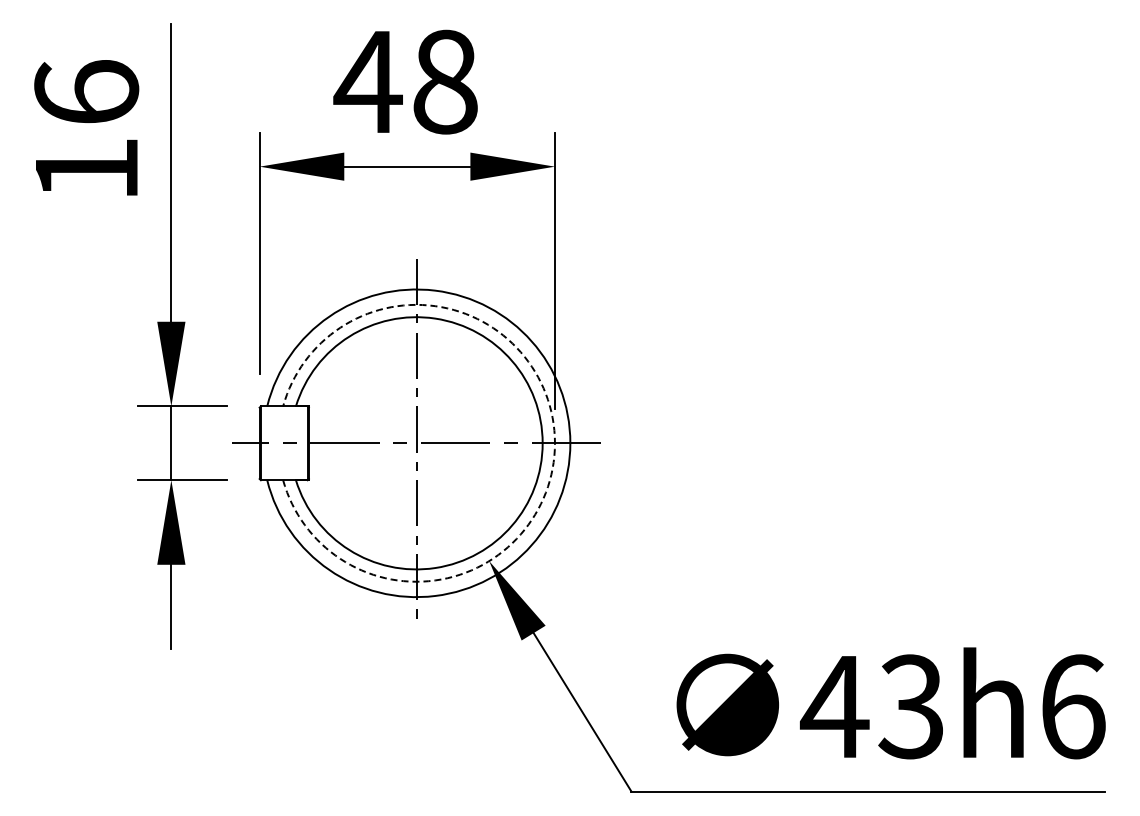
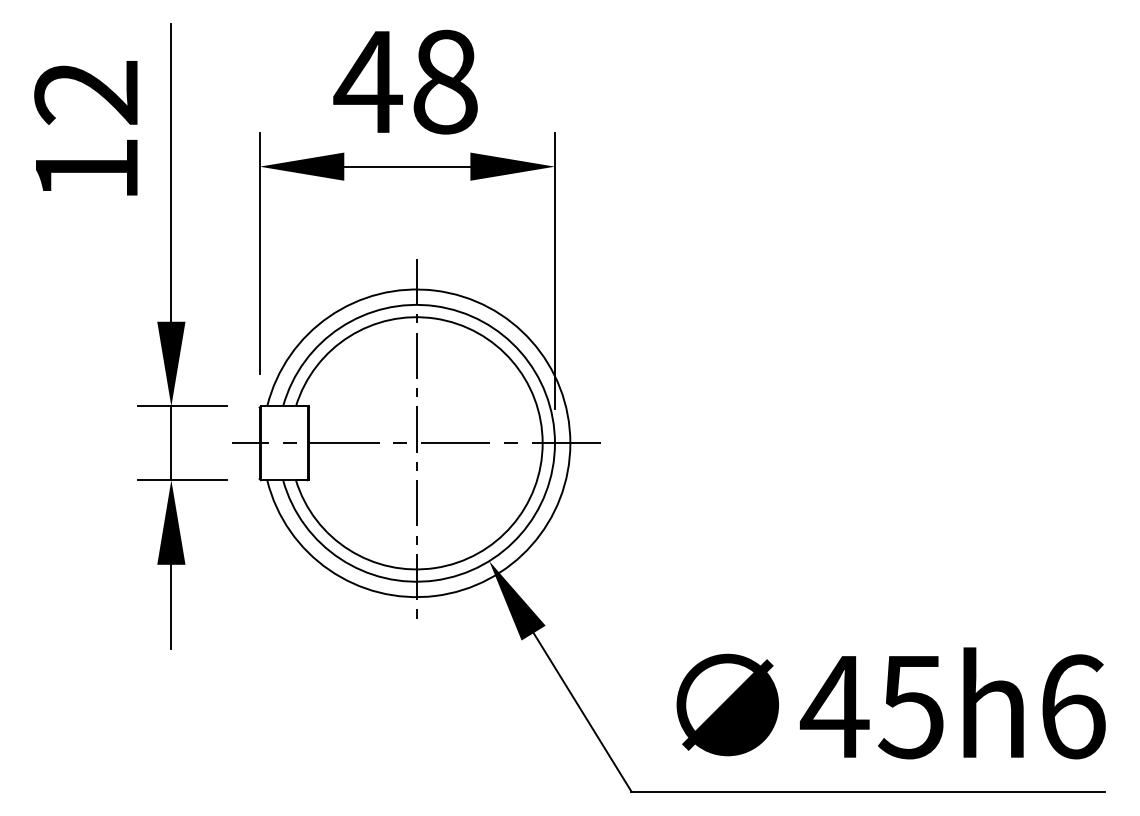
text at (86, 92): 16 -> 12
arc at (554, 443): dashed -> solid
text at (910, 706): 43h6 -> 45h6
